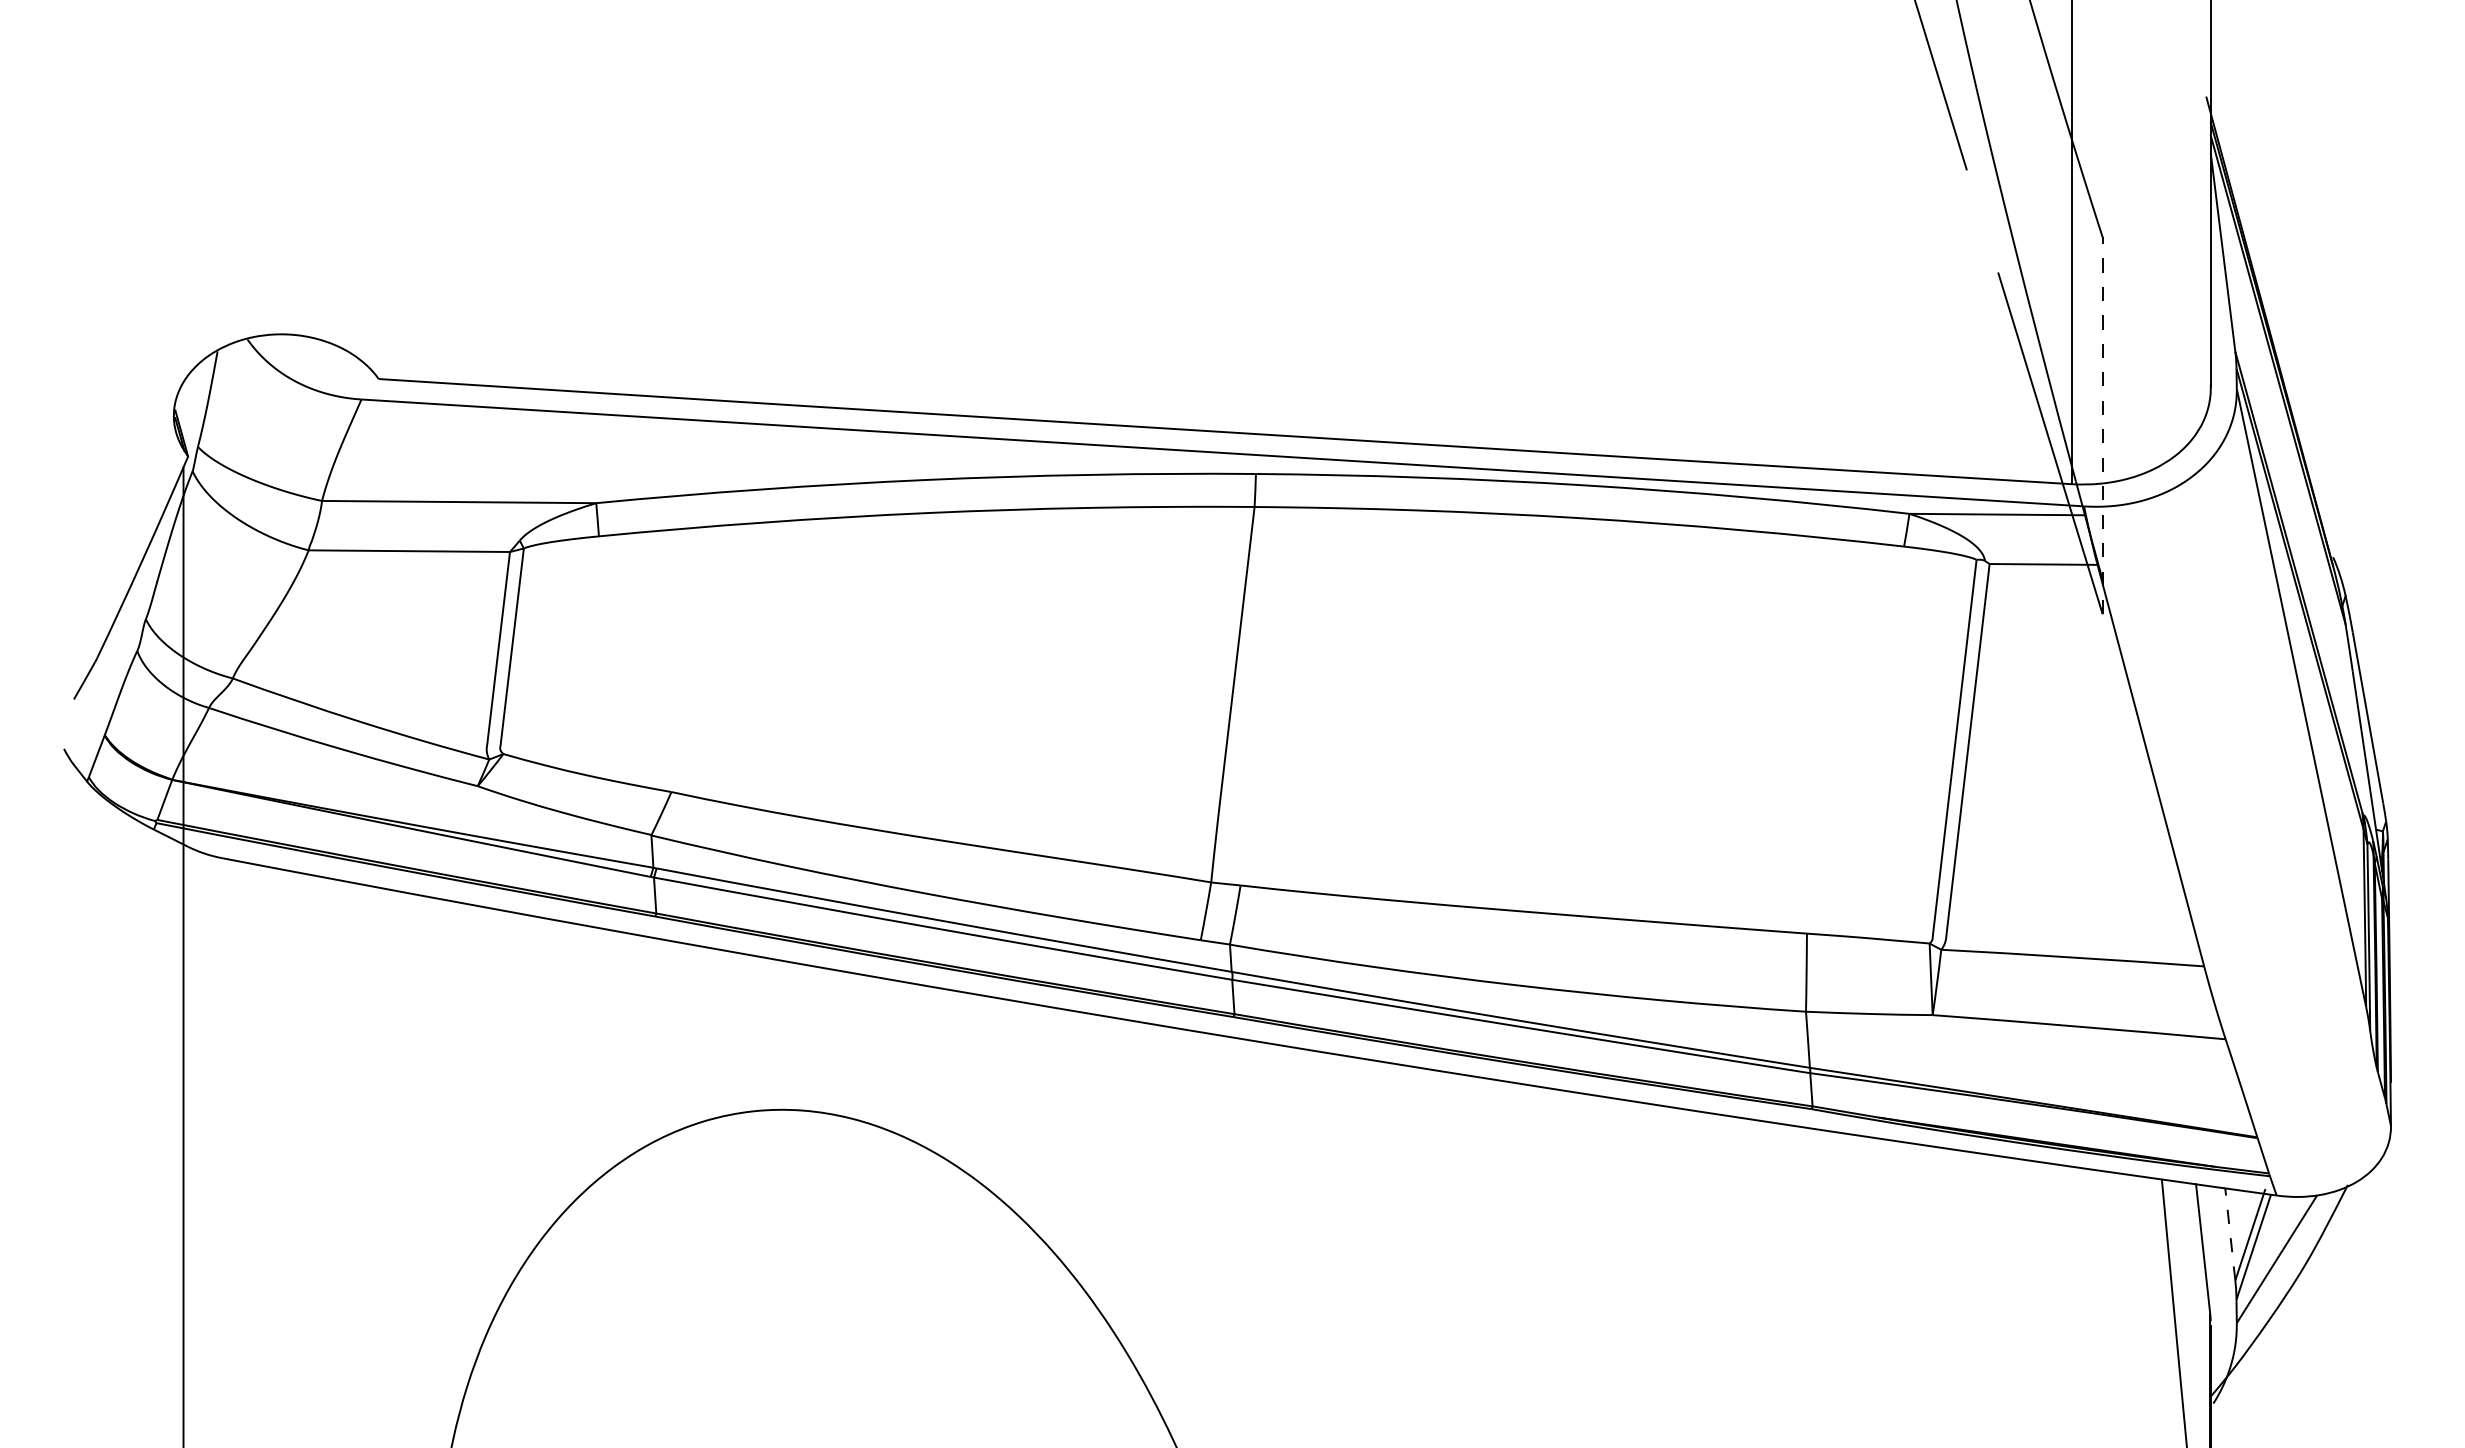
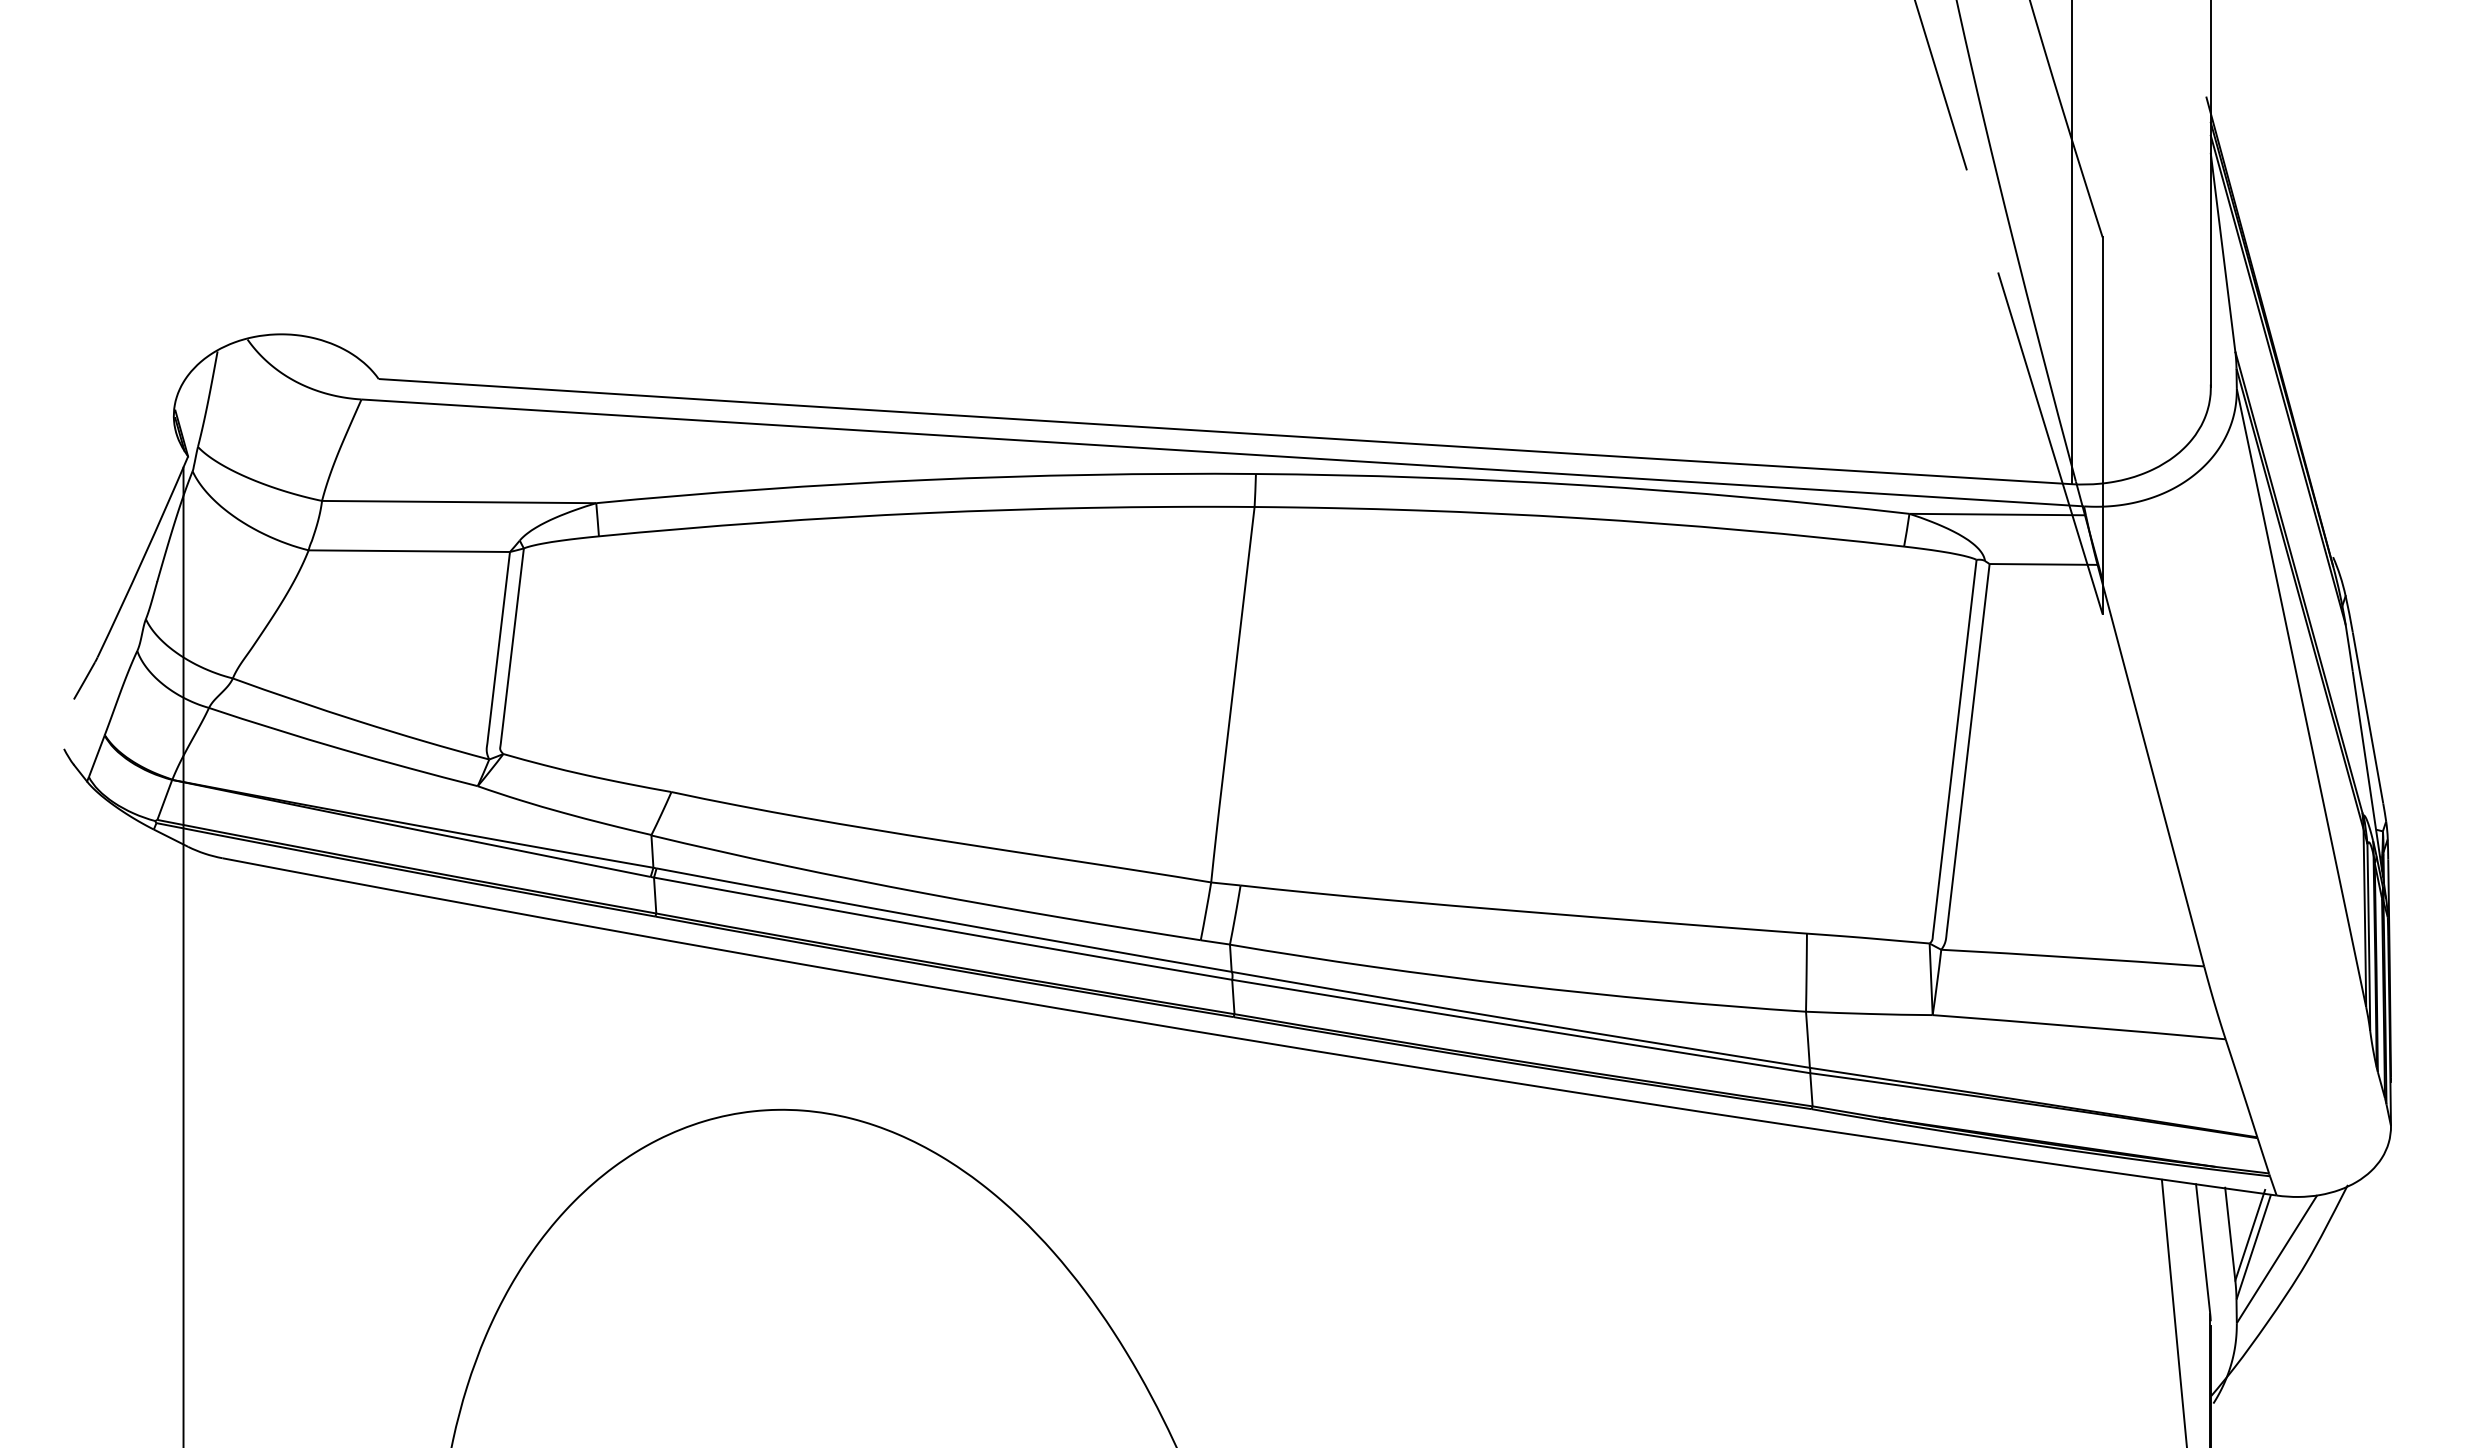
line at (2102, 425): dashed -> solid
line at (2230, 1234): dashed -> solid
